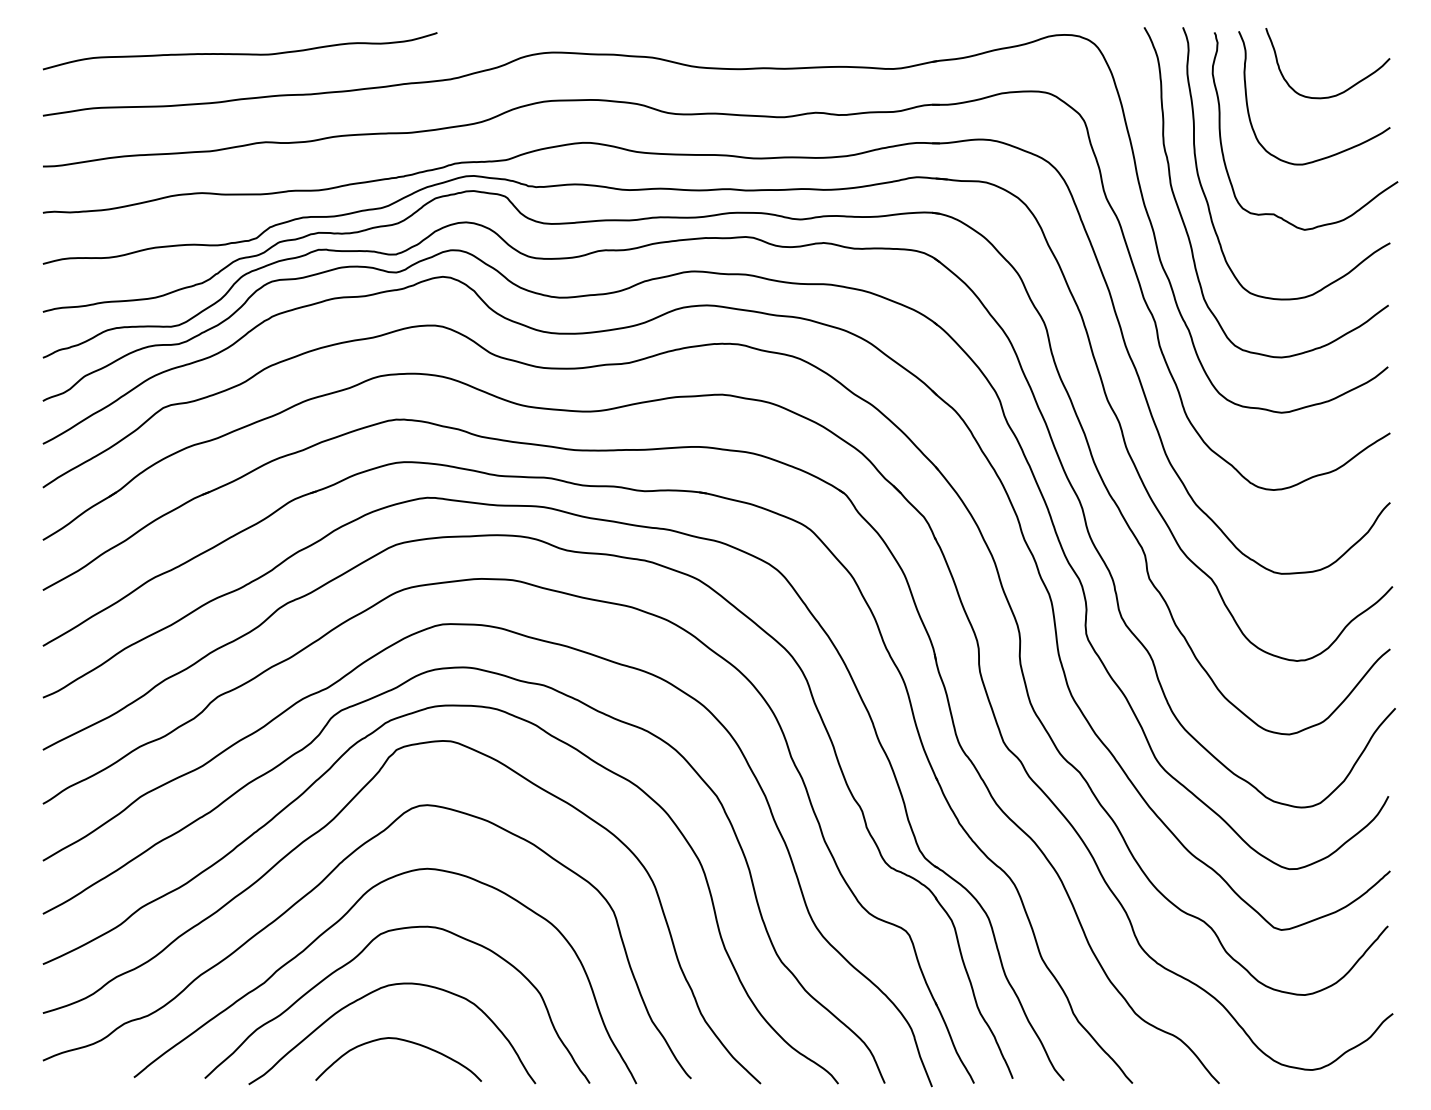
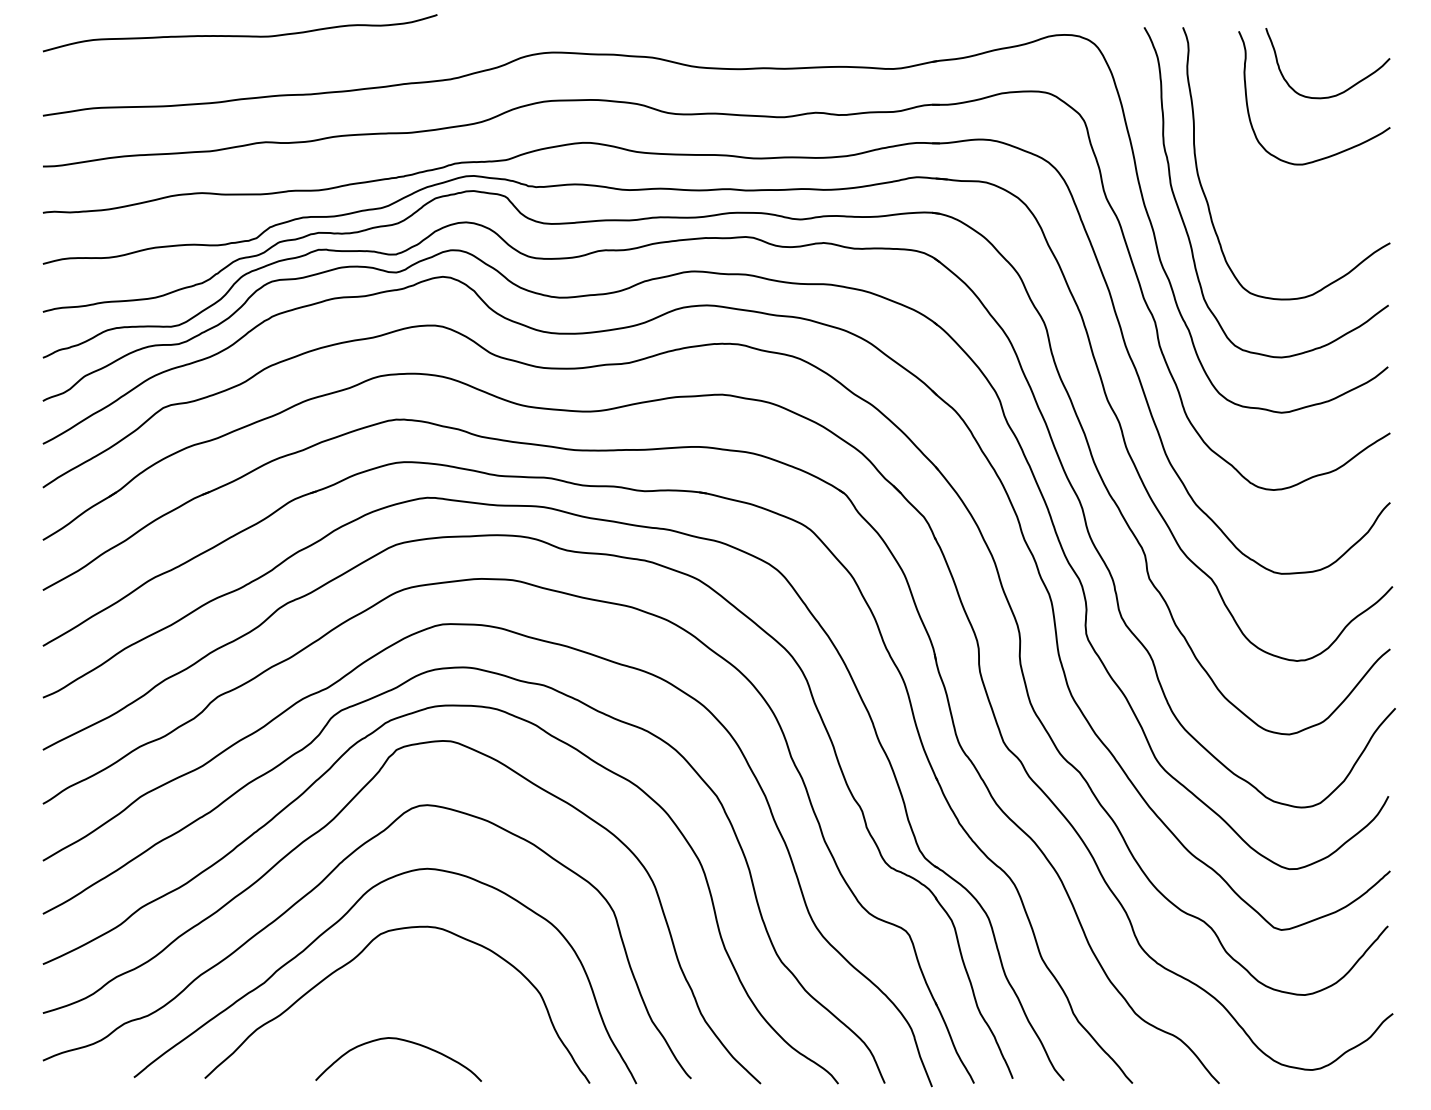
curve at (239, 53) position: (239, 53) -> (239, 35)
curve at (1222, 144): present -> none
curve at (372, 993): present -> none
